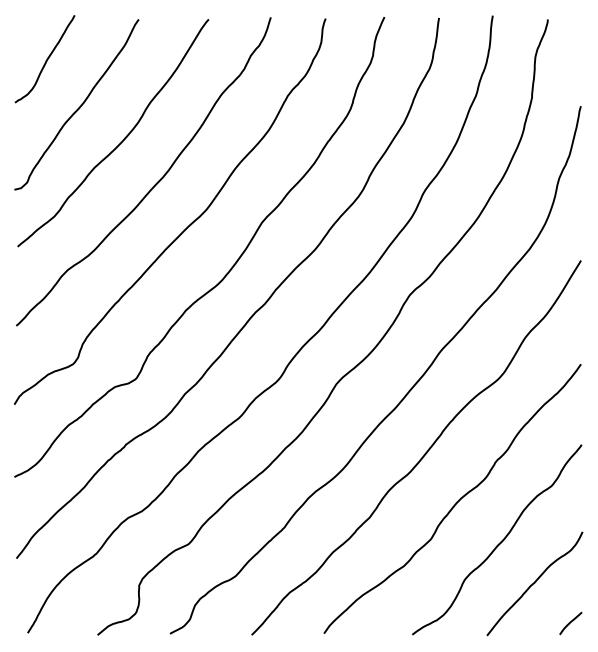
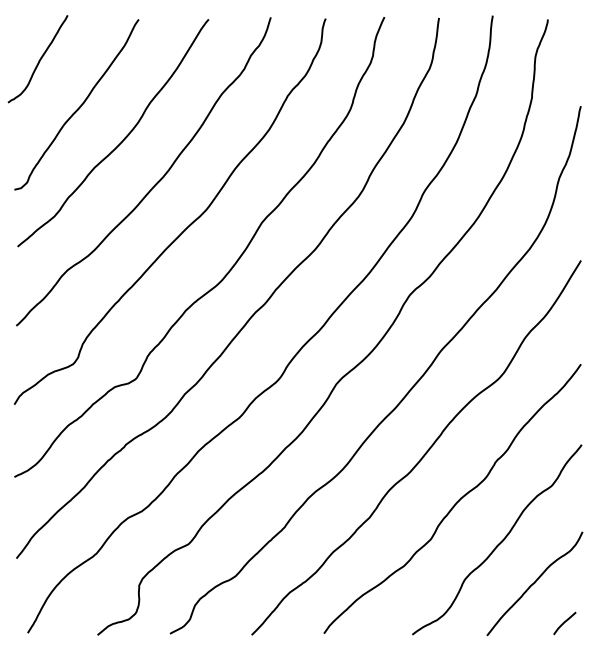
curve at (45, 60) position: (45, 60) -> (38, 60)
curve at (570, 623) position: (570, 623) -> (564, 623)
